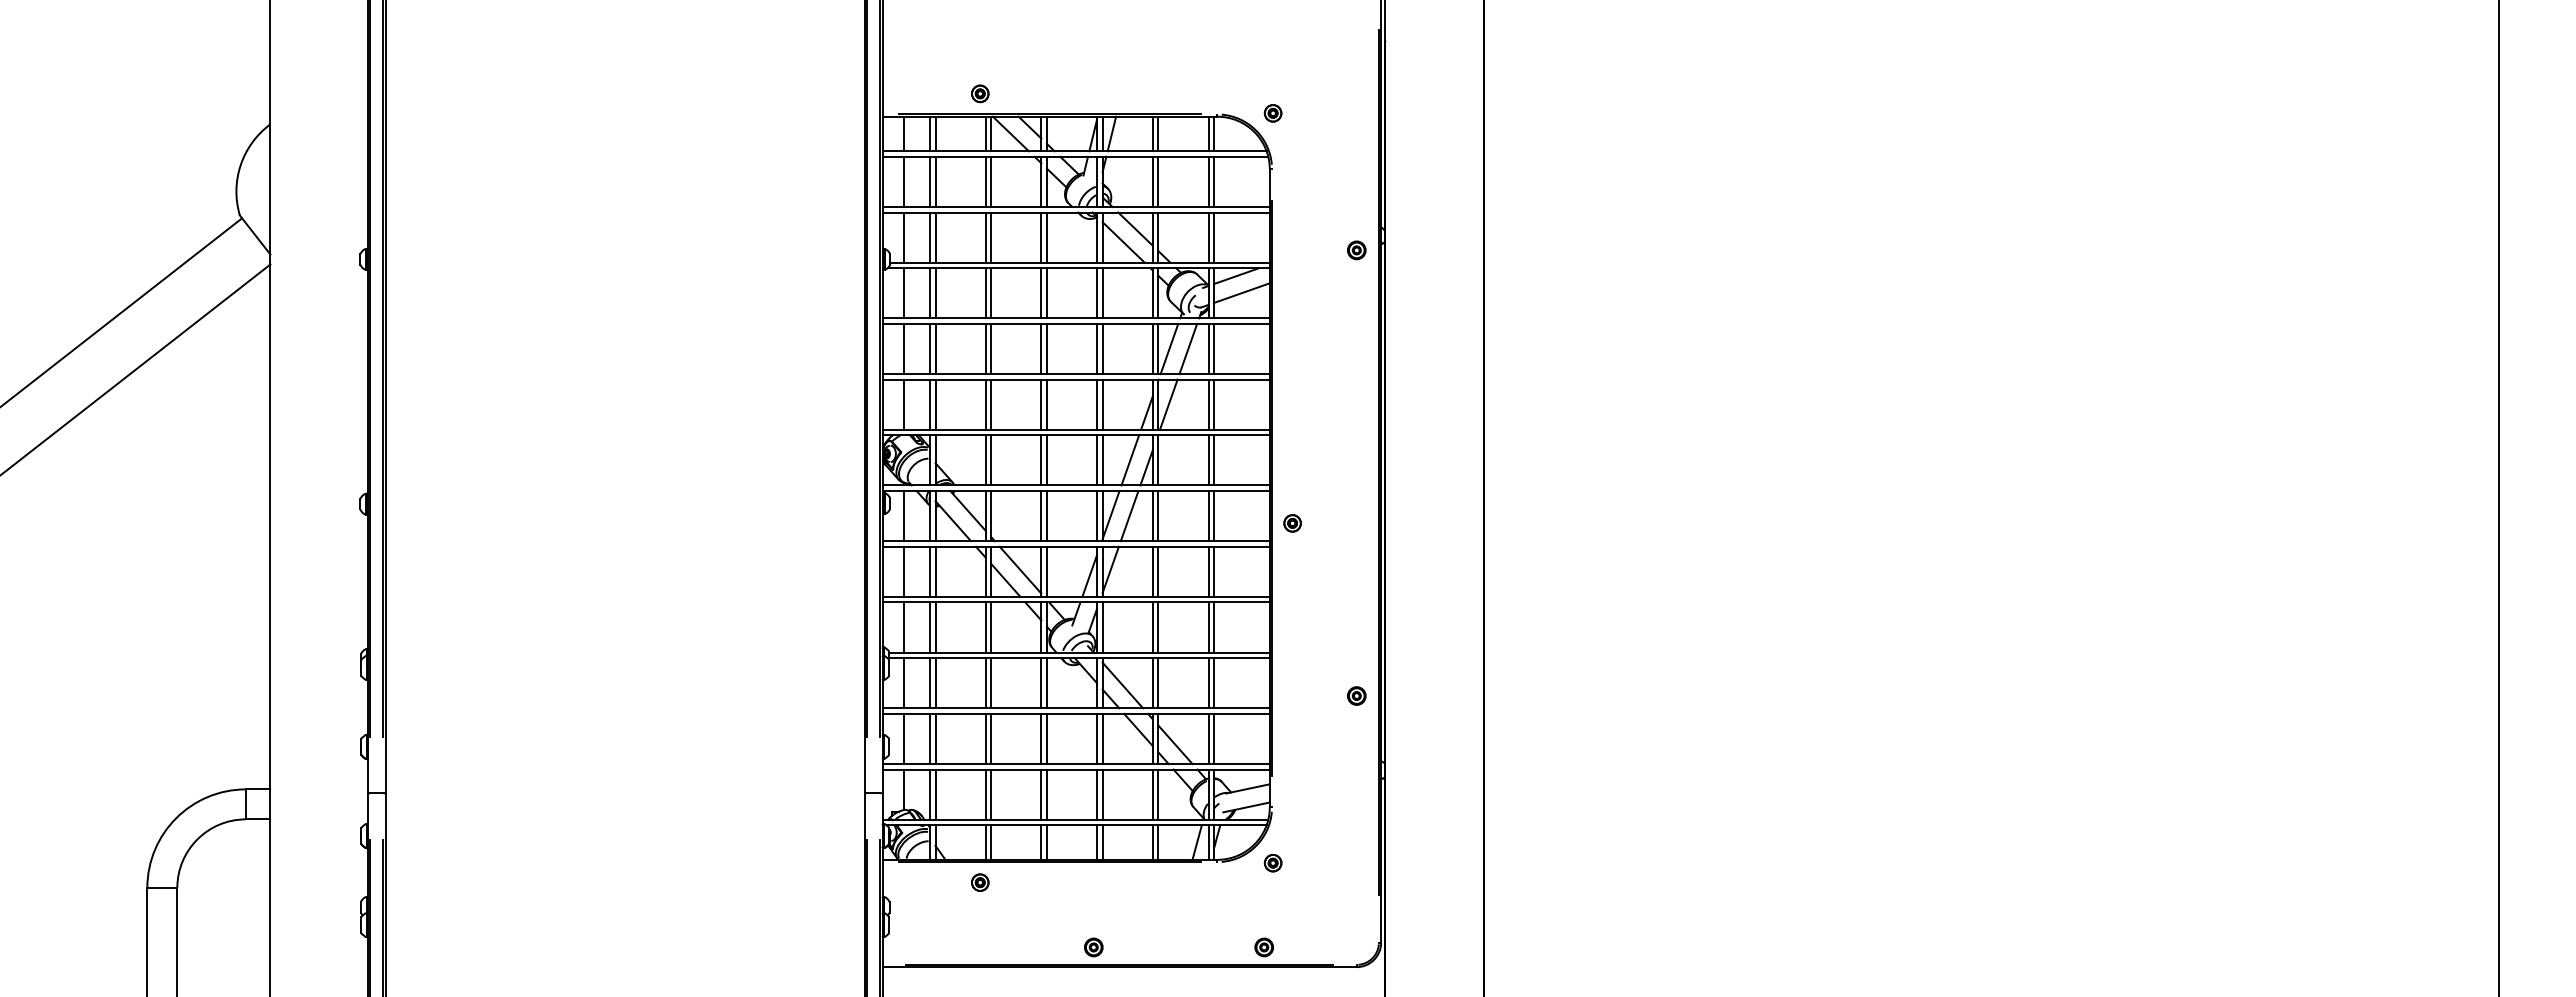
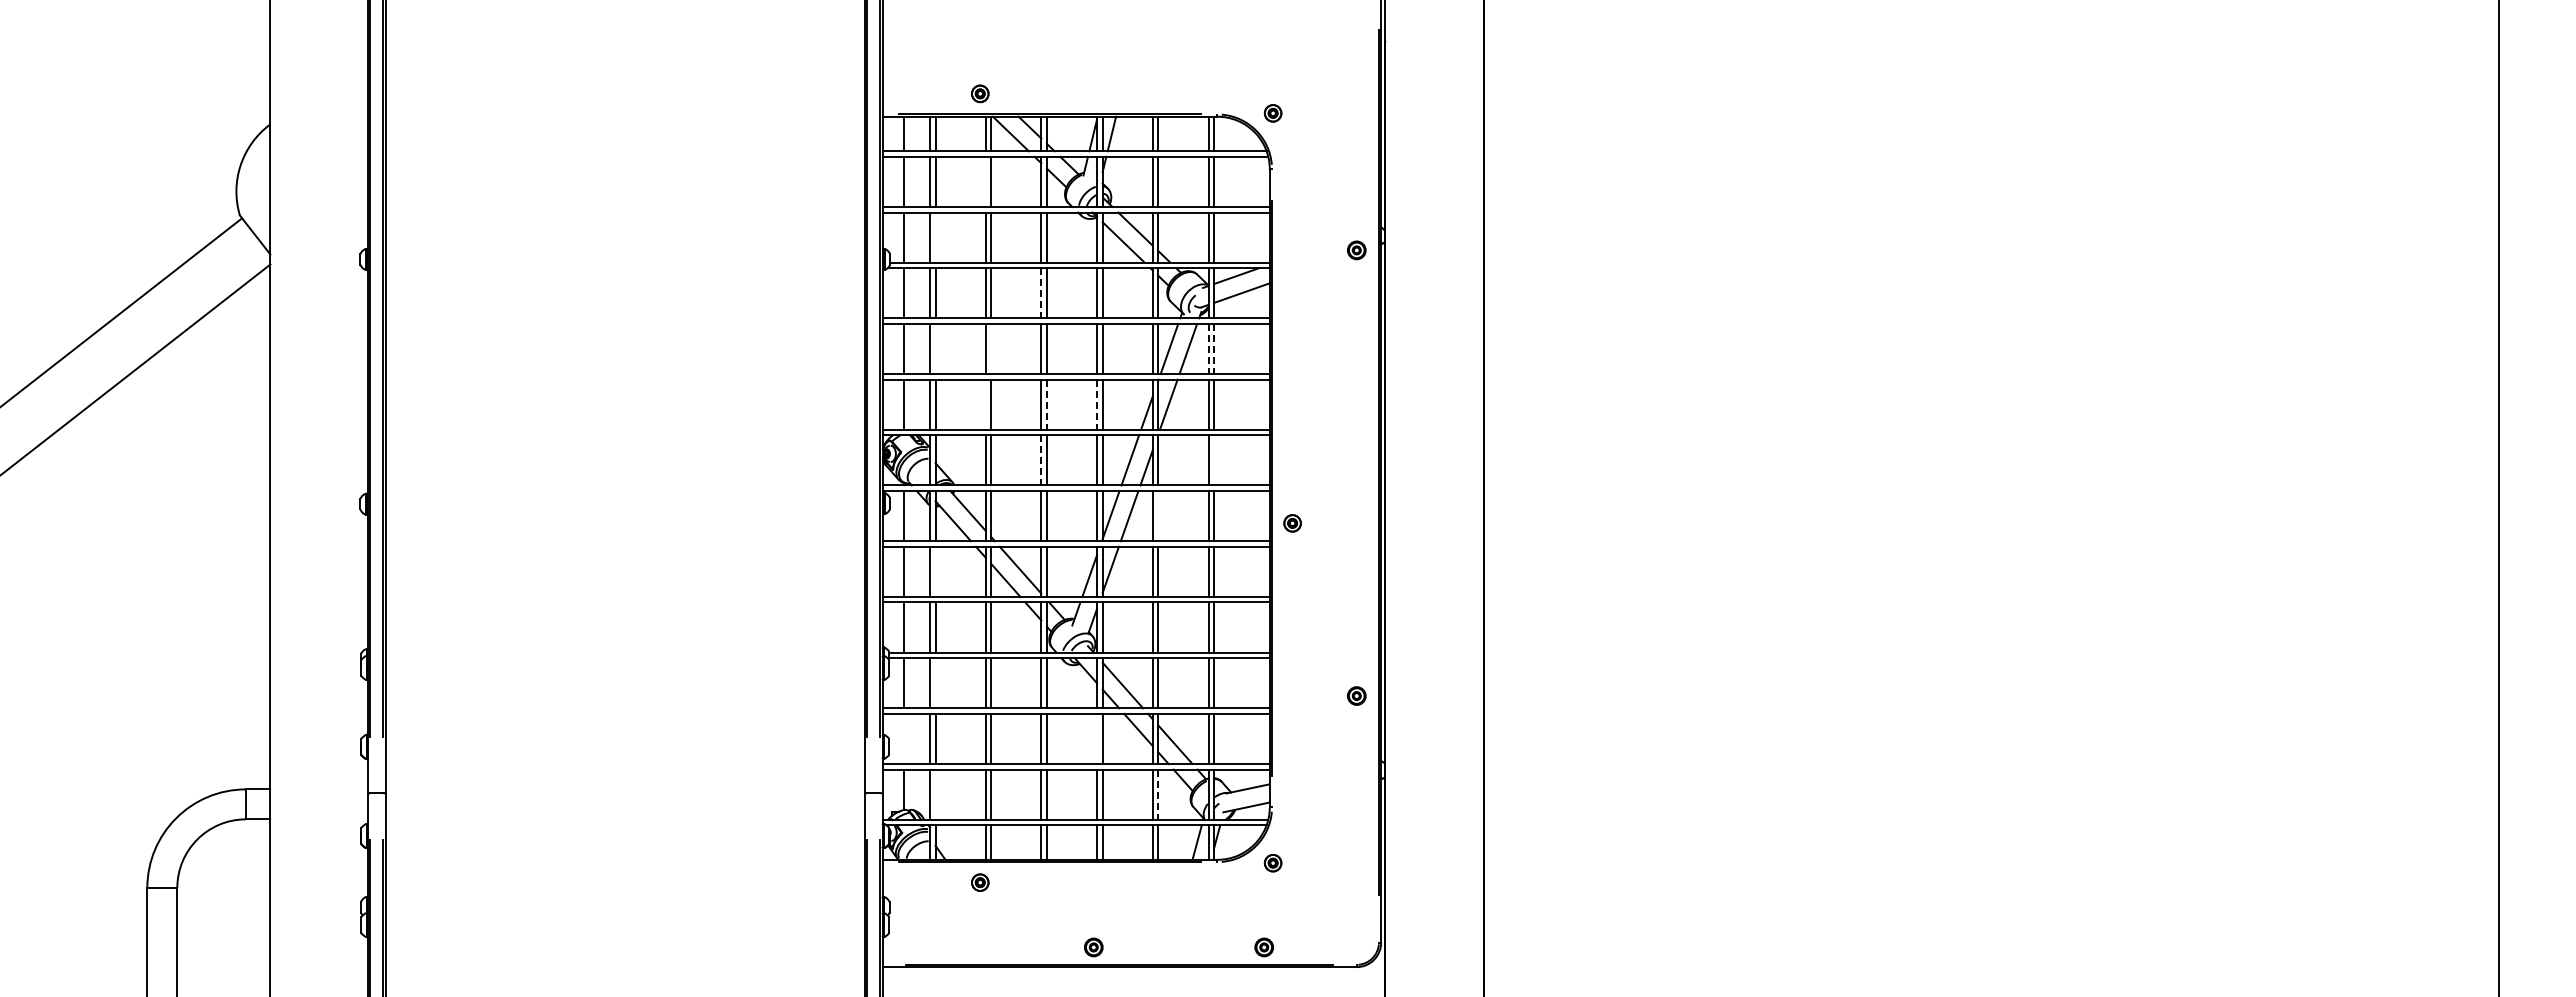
line at (985, 181): present -> none
line at (935, 237): present -> none
line at (1041, 293): solid -> dashed
line at (935, 348): present -> none
line at (991, 348): present -> none
line at (1208, 349): solid -> dashed
line at (1214, 349): solid -> dashed
line at (985, 404): present -> none
line at (1046, 405): solid -> dashed
line at (1097, 405): solid -> dashed
line at (1041, 460): solid -> dashed
line at (1214, 460): present -> none
line at (1158, 516): present -> none
line at (935, 571): present -> none
line at (935, 683): present -> none
line at (903, 738): present -> none
line at (1097, 738): present -> none
line at (935, 794): present -> none
line at (1158, 795): solid -> dashed
